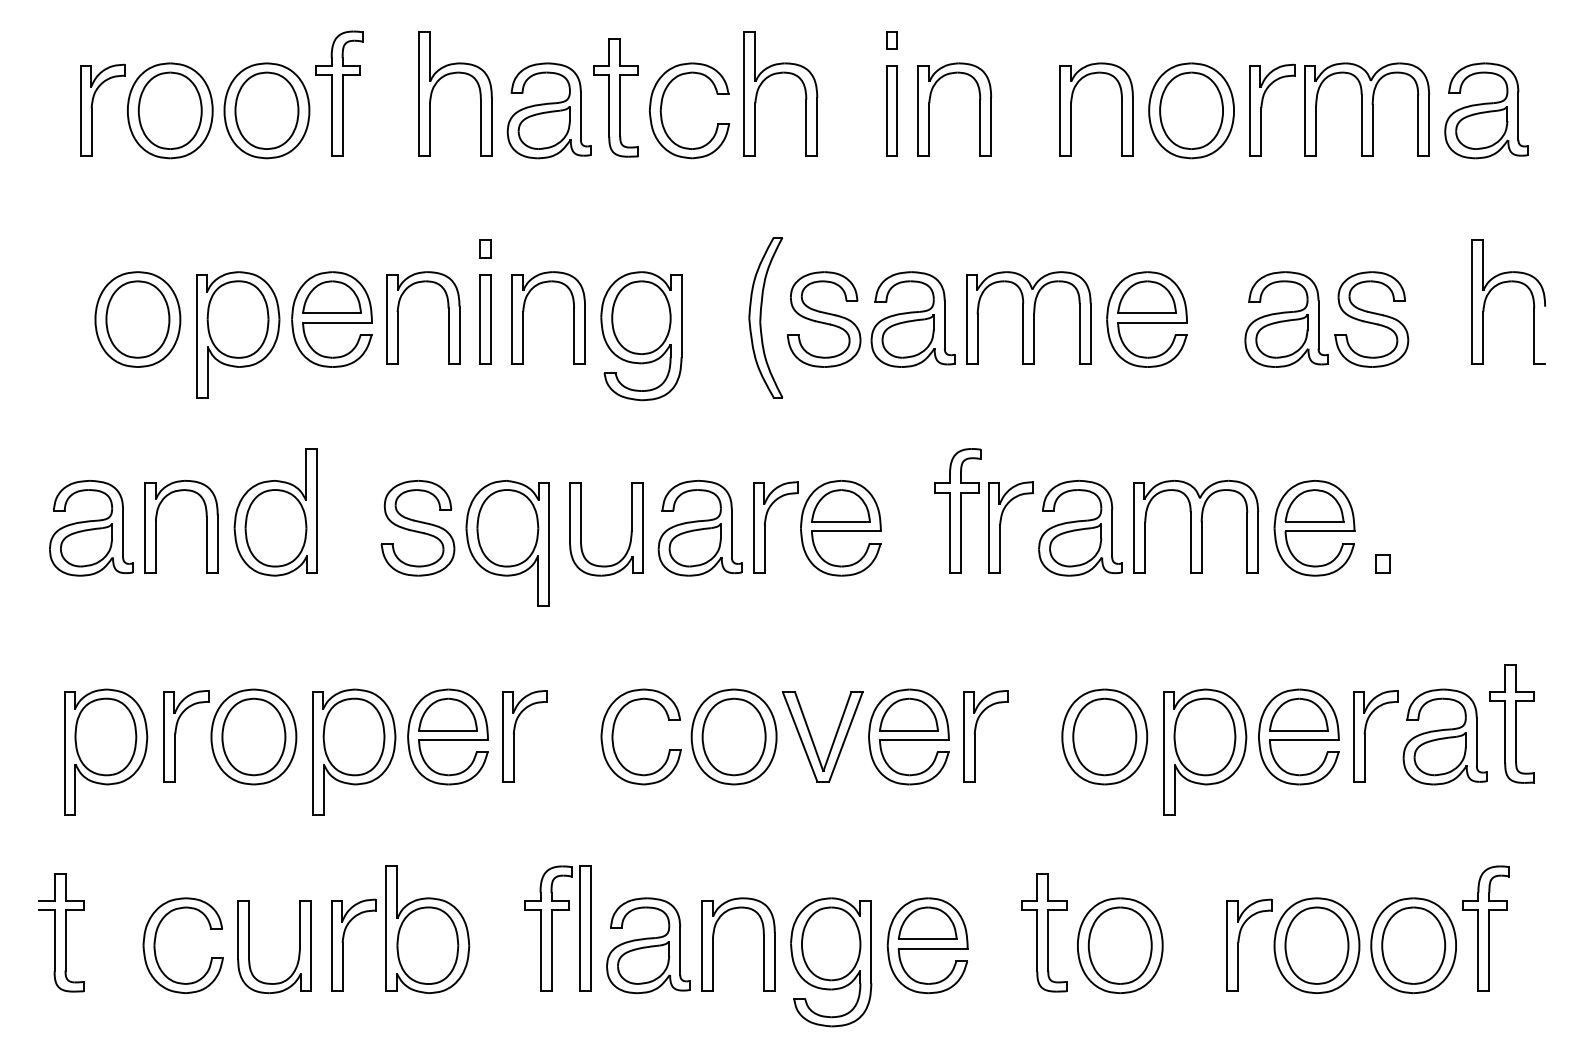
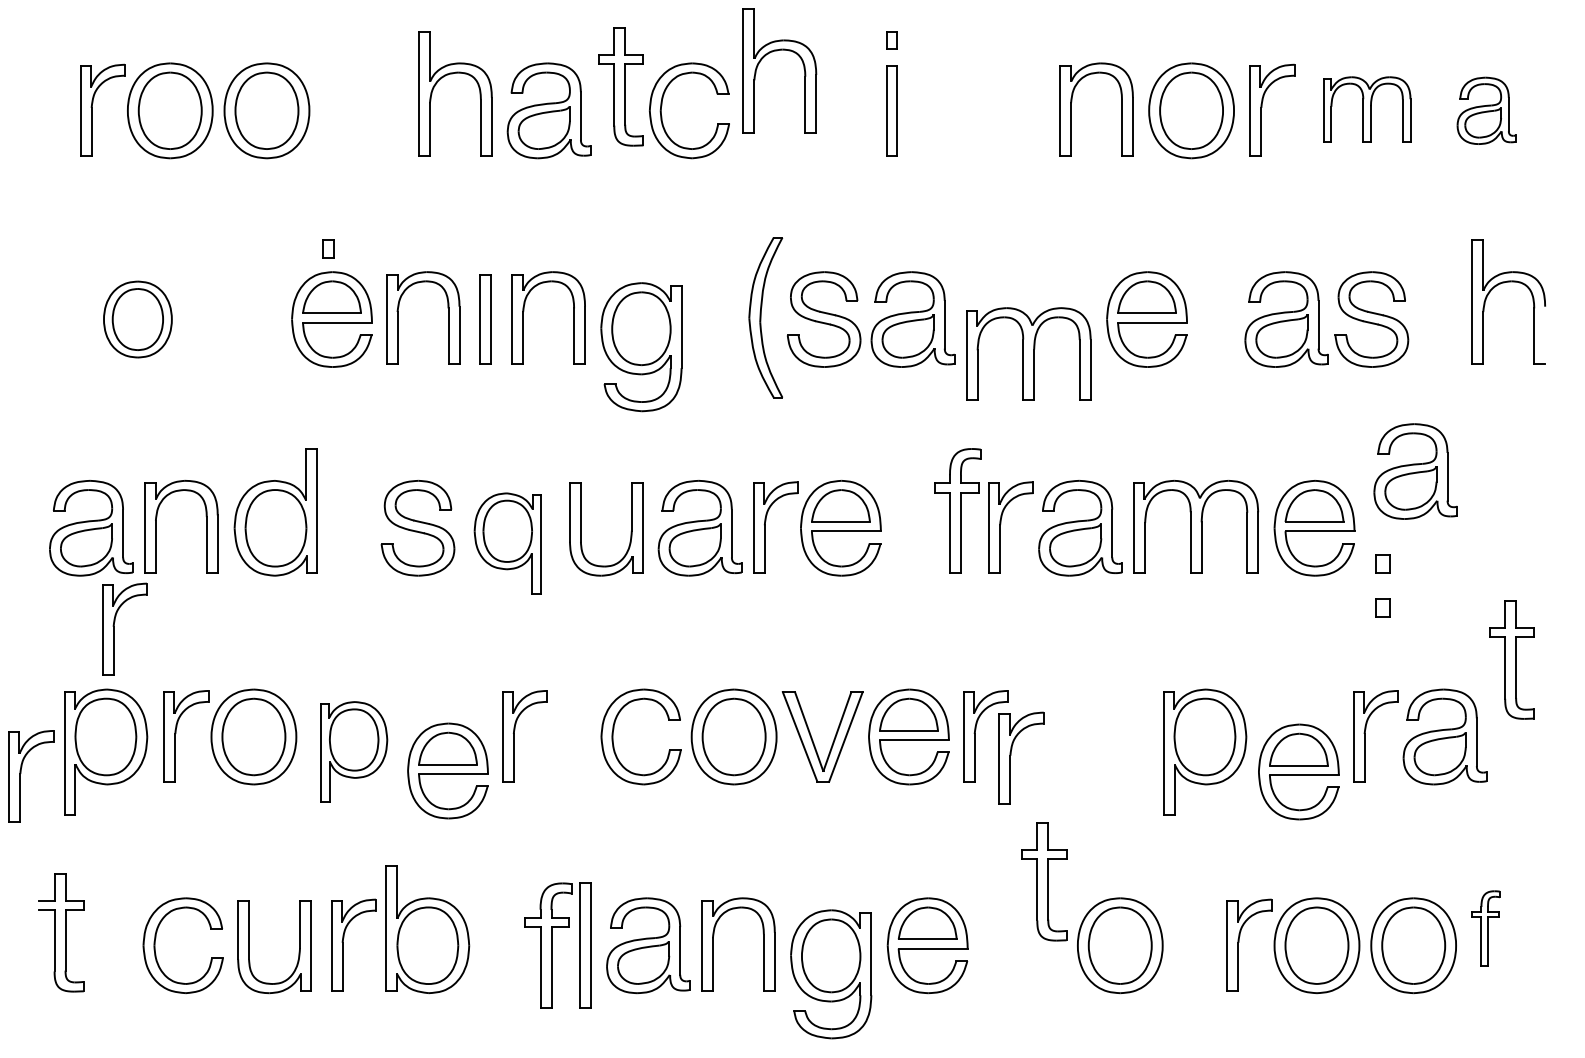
part at (778, 74) position: (778, 74) -> (777, 51)
part at (339, 93): present -> none
part at (615, 97) position: (615, 97) -> (620, 86)
part at (930, 103): present -> none
part at (1366, 109) size: 126x95 px -> 89x67 px
part at (1486, 110) size: 85x98 px -> 61x69 px
part at (485, 248) position: (485, 248) -> (328, 248)
part at (1028, 317) position: (1028, 317) -> (1028, 353)
part at (137, 319) size: 88x97 px -> 70x79 px
part at (238, 334): present -> none
part at (641, 336) position: (641, 336) -> (641, 347)
part at (1415, 471): none -> present
part at (507, 543) size: 85x127 px -> 69x103 px
part at (1382, 607): none -> present
part at (114, 628): none -> present
part at (1511, 723) position: (1511, 723) -> (1511, 659)
part at (447, 736) position: (447, 736) -> (447, 770)
part at (1104, 736): present -> none
part at (1298, 736) position: (1298, 736) -> (1298, 771)
part at (354, 751) size: 85x128 px -> 69x102 px
part at (1011, 755): none -> present
part at (21, 773): none -> present
part at (557, 928) position: (557, 928) -> (557, 945)
part at (1485, 928) size: 48x127 px -> 30x77 px
part at (1044, 932) position: (1044, 932) -> (1044, 881)
part at (831, 962) position: (831, 962) -> (831, 974)
